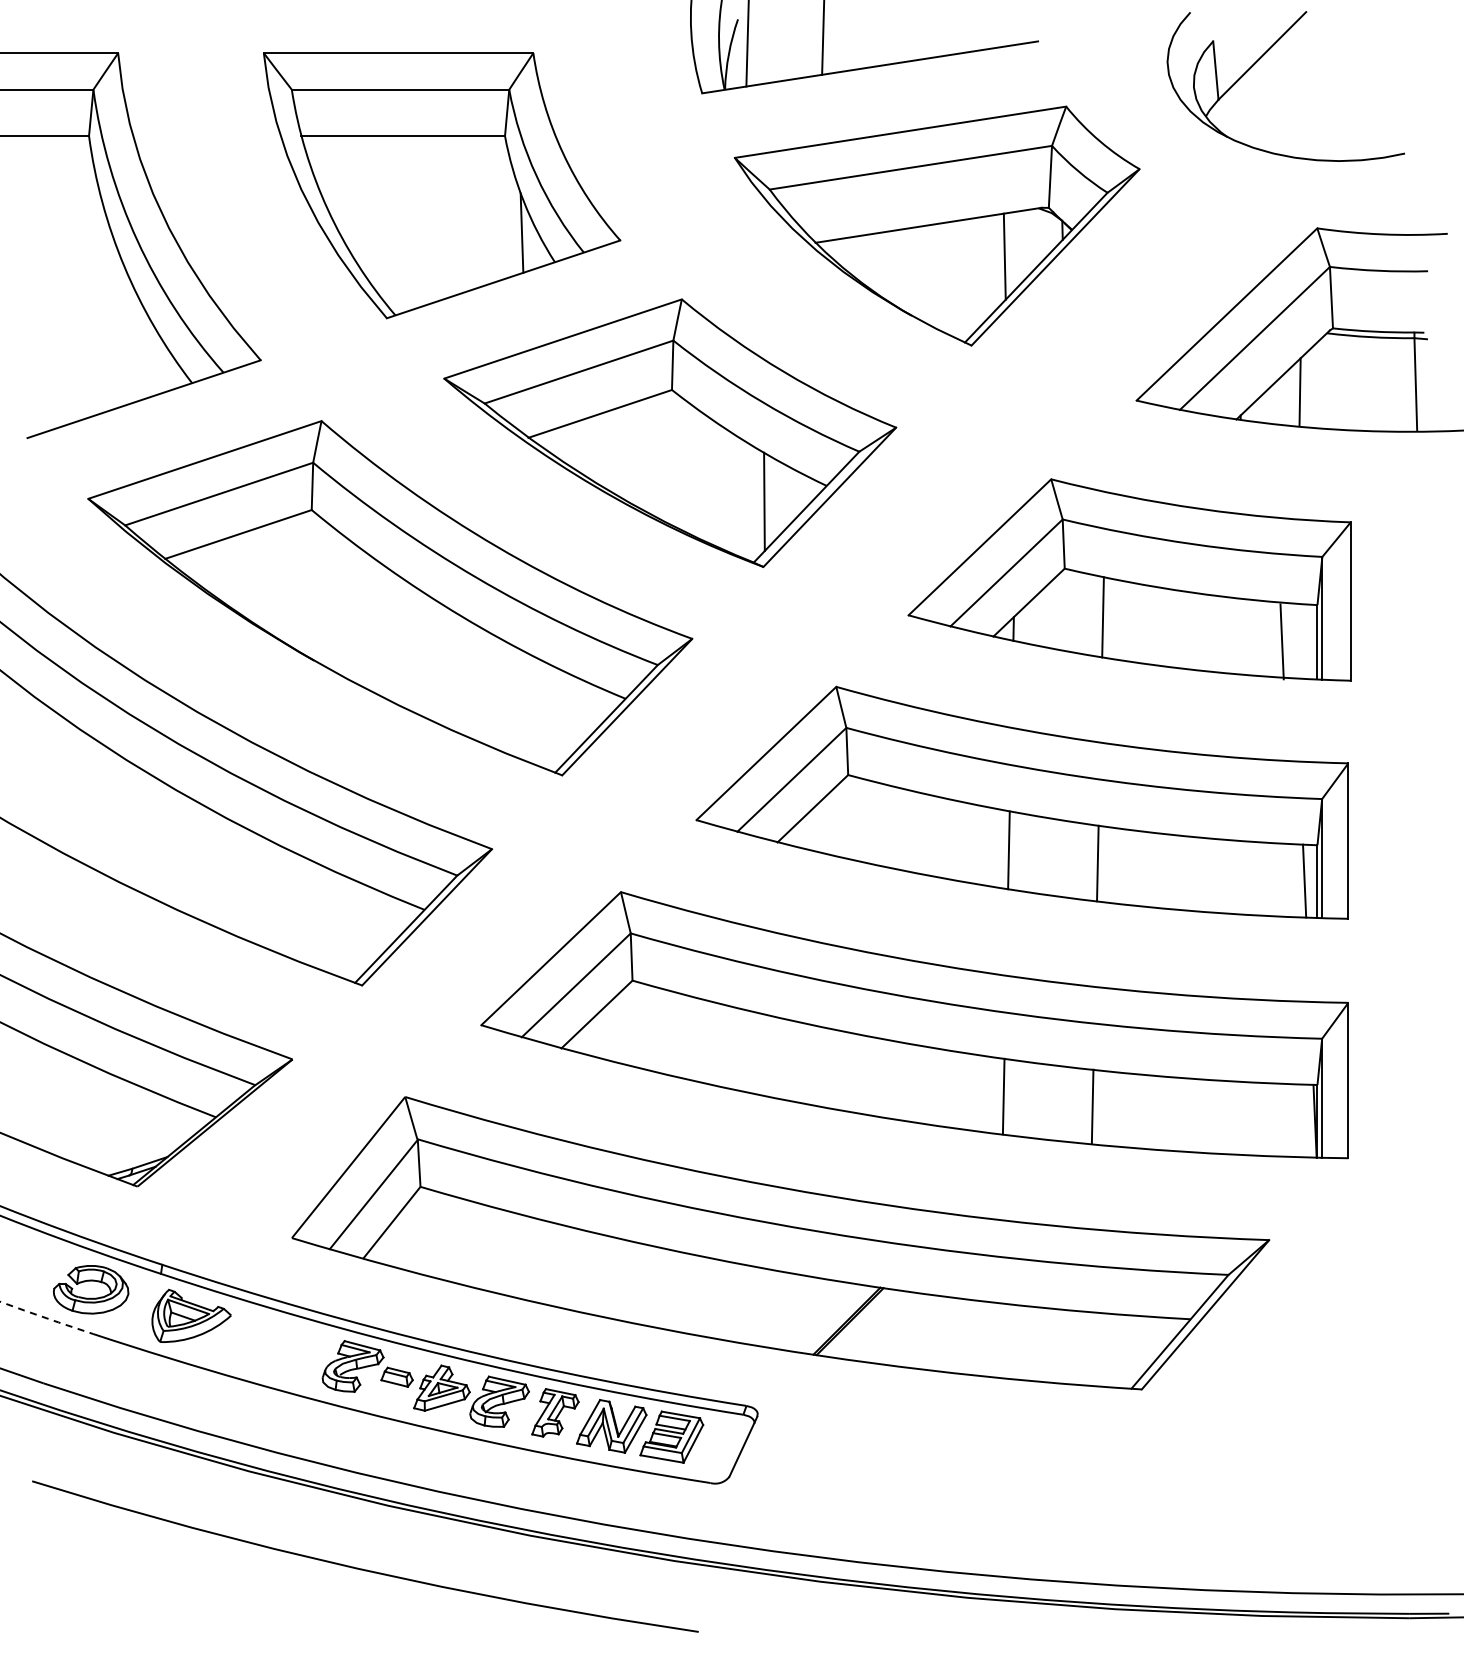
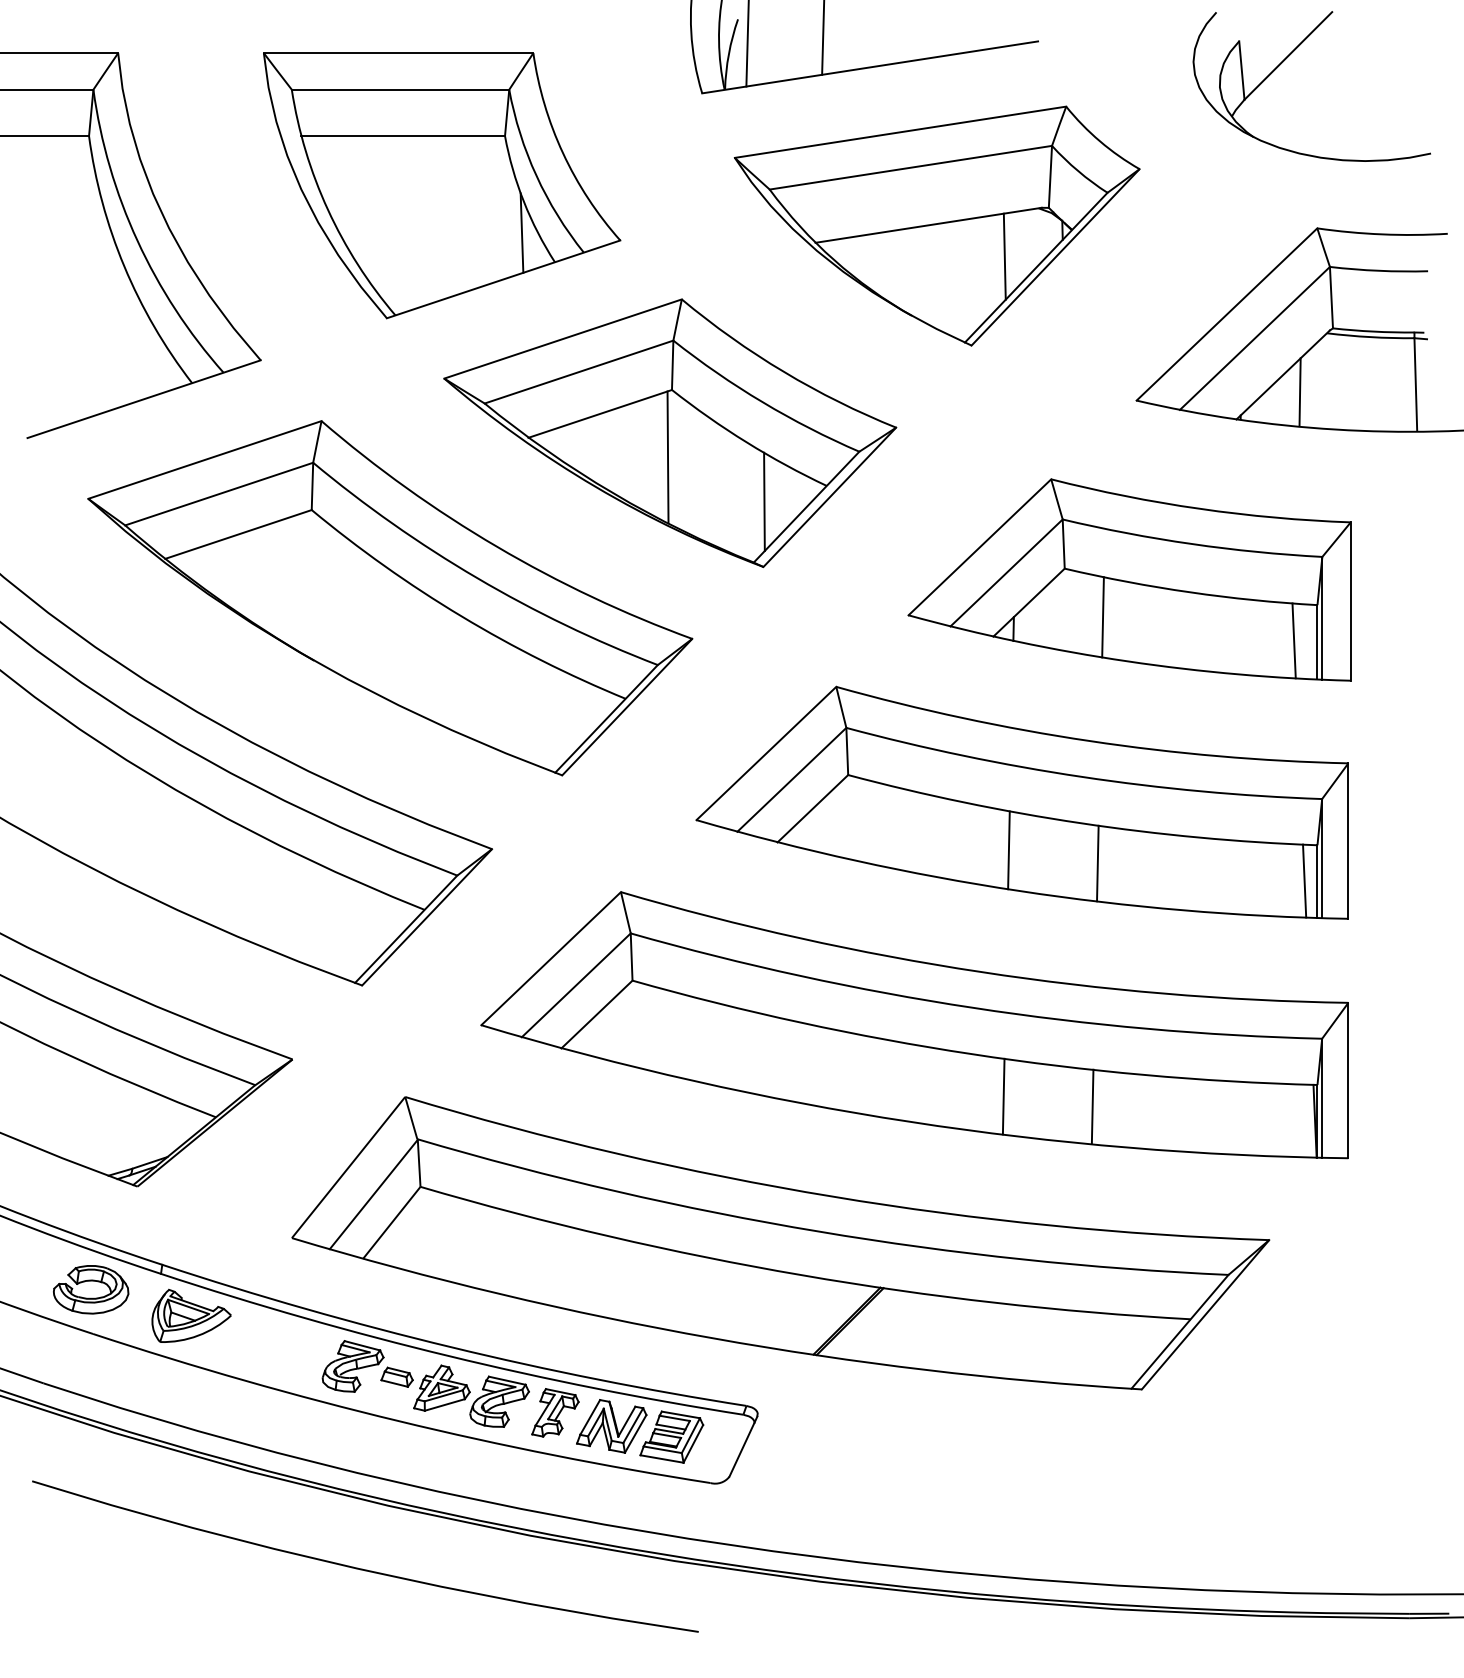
part at (1259, 60) position: (1259, 60) -> (1285, 60)
line at (667, 457): none -> present
line at (1281, 641) position: (1281, 641) -> (1293, 640)
arc at (46, 1318): dashed -> solid
